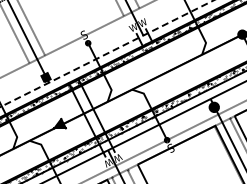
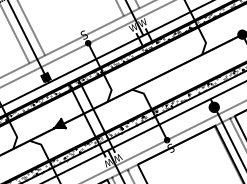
line at (86, 44): none -> present
line at (106, 53): dashed -> solid
